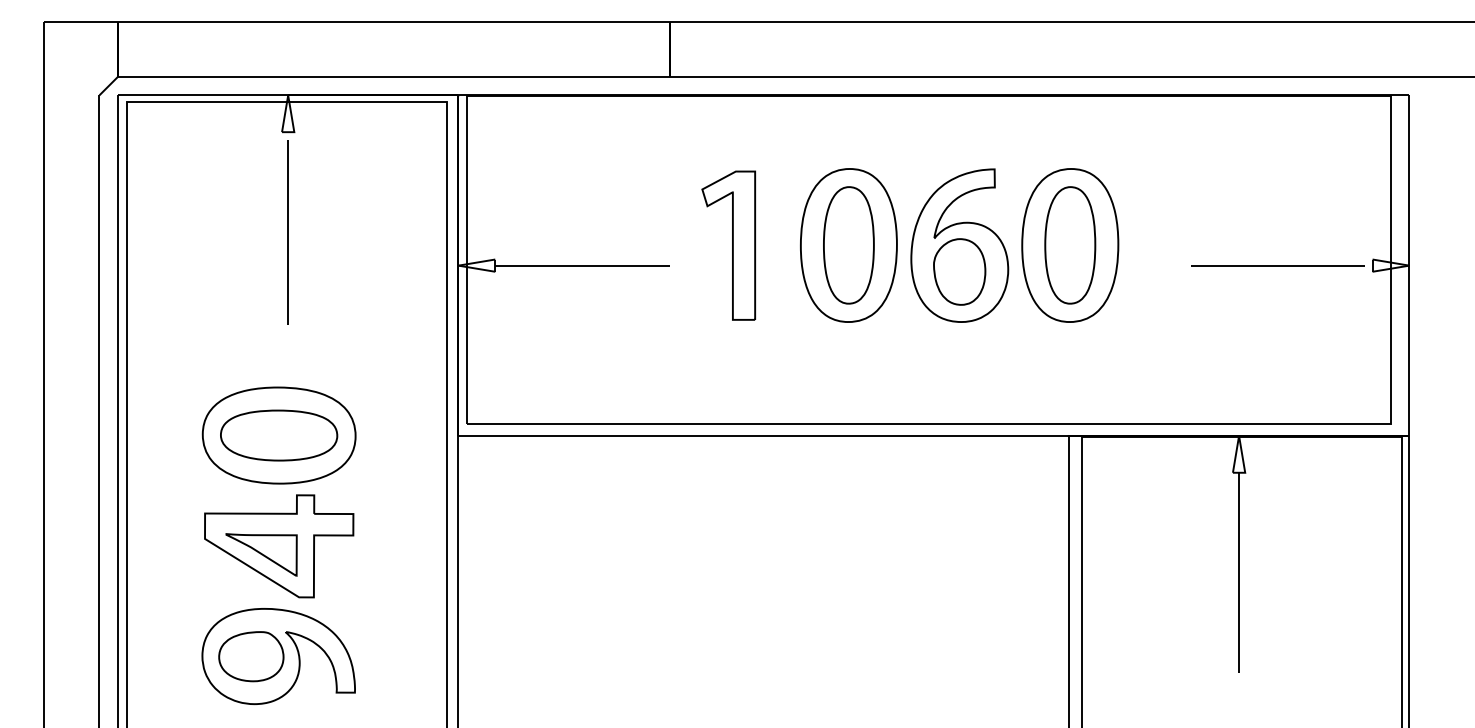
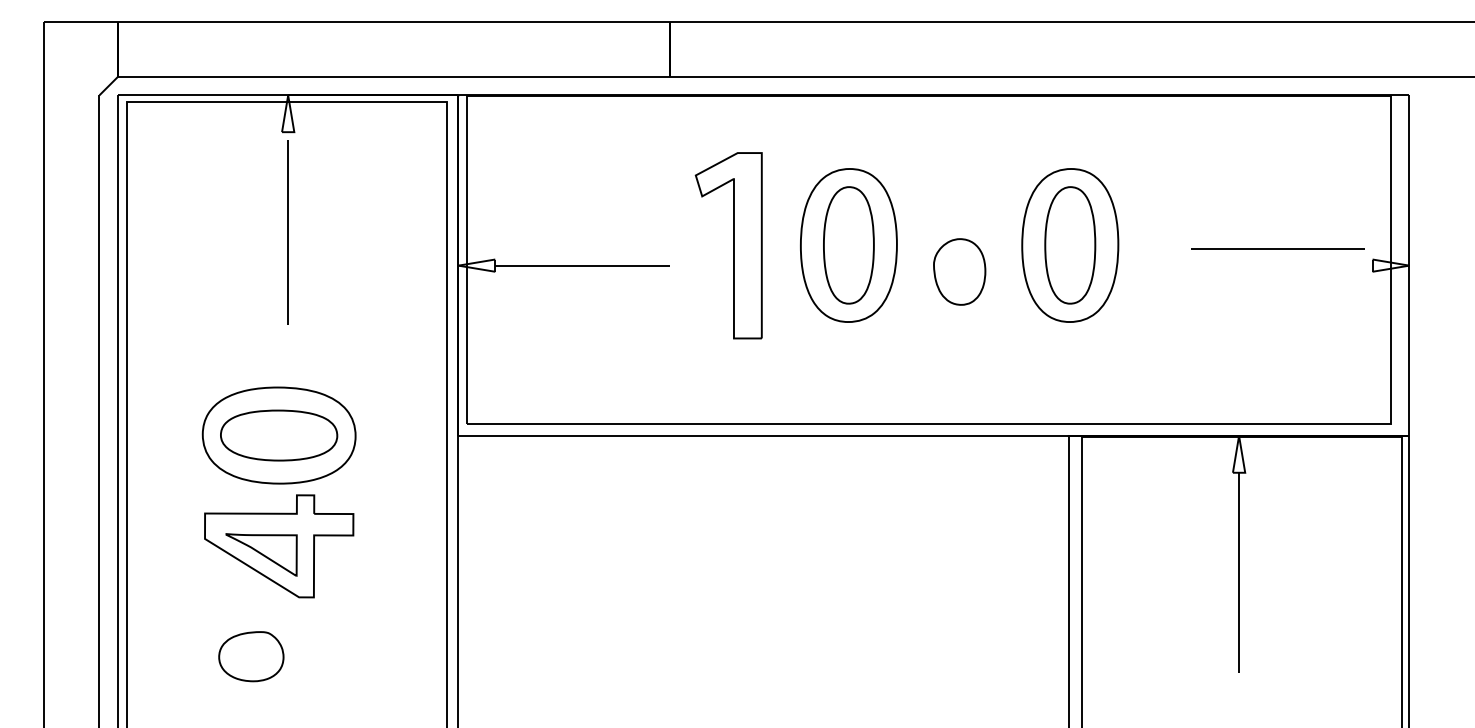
part at (728, 245) size: 55x151 px -> 69x188 px
part at (959, 245): present -> none
line at (1277, 265) position: (1277, 265) -> (1277, 248)
part at (278, 656): present -> none
